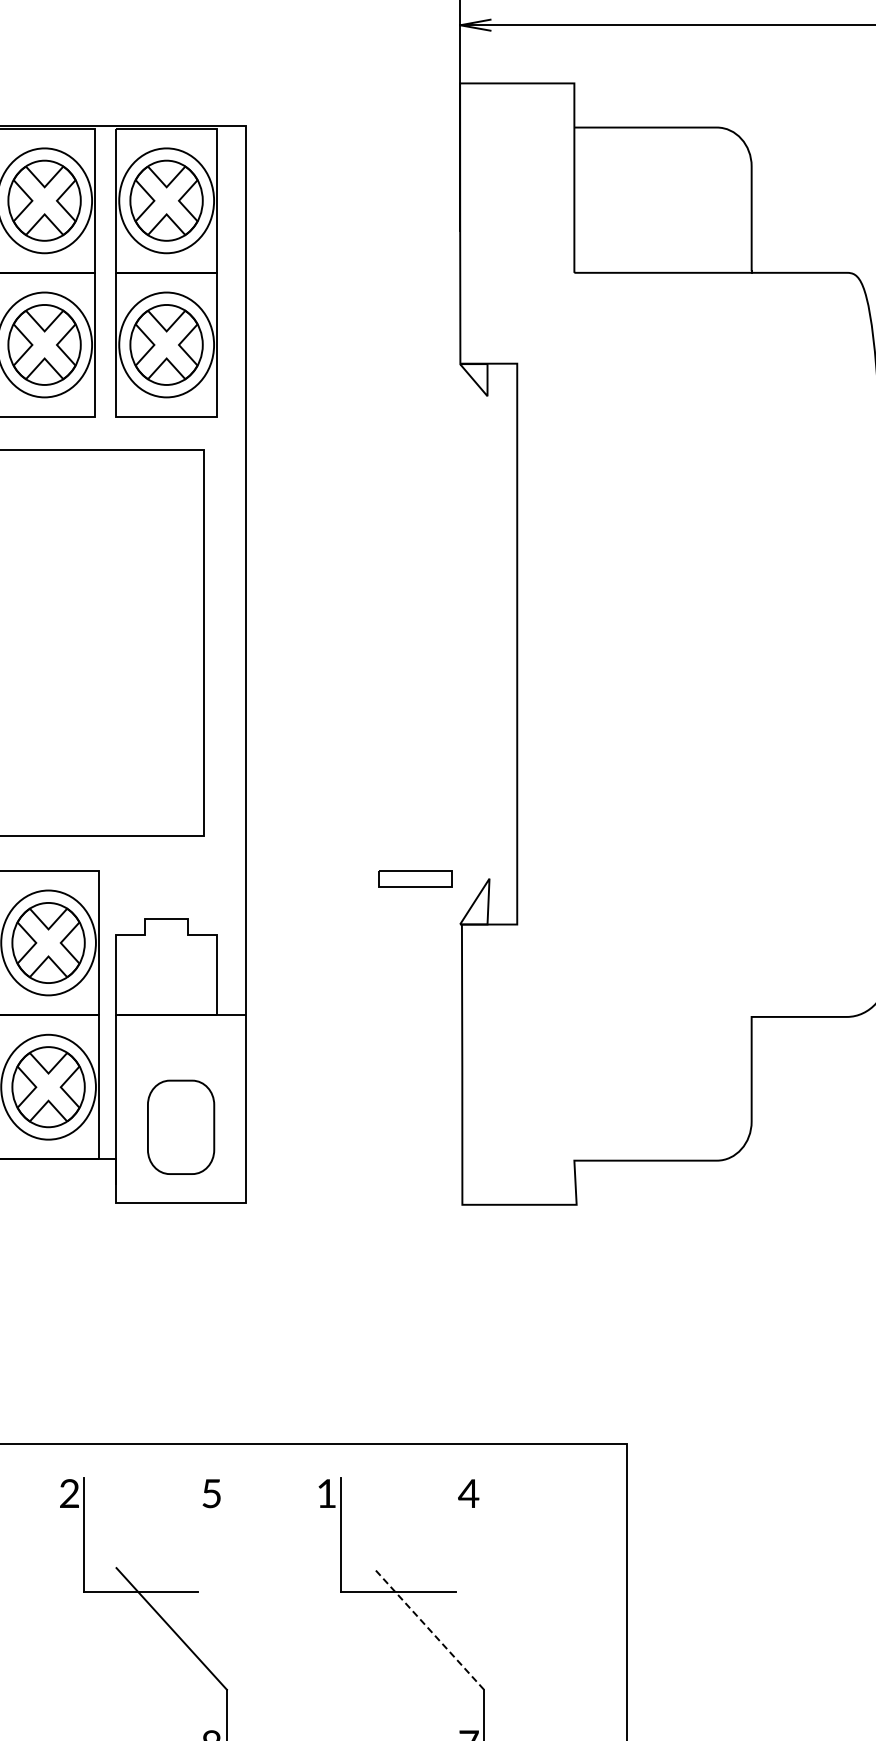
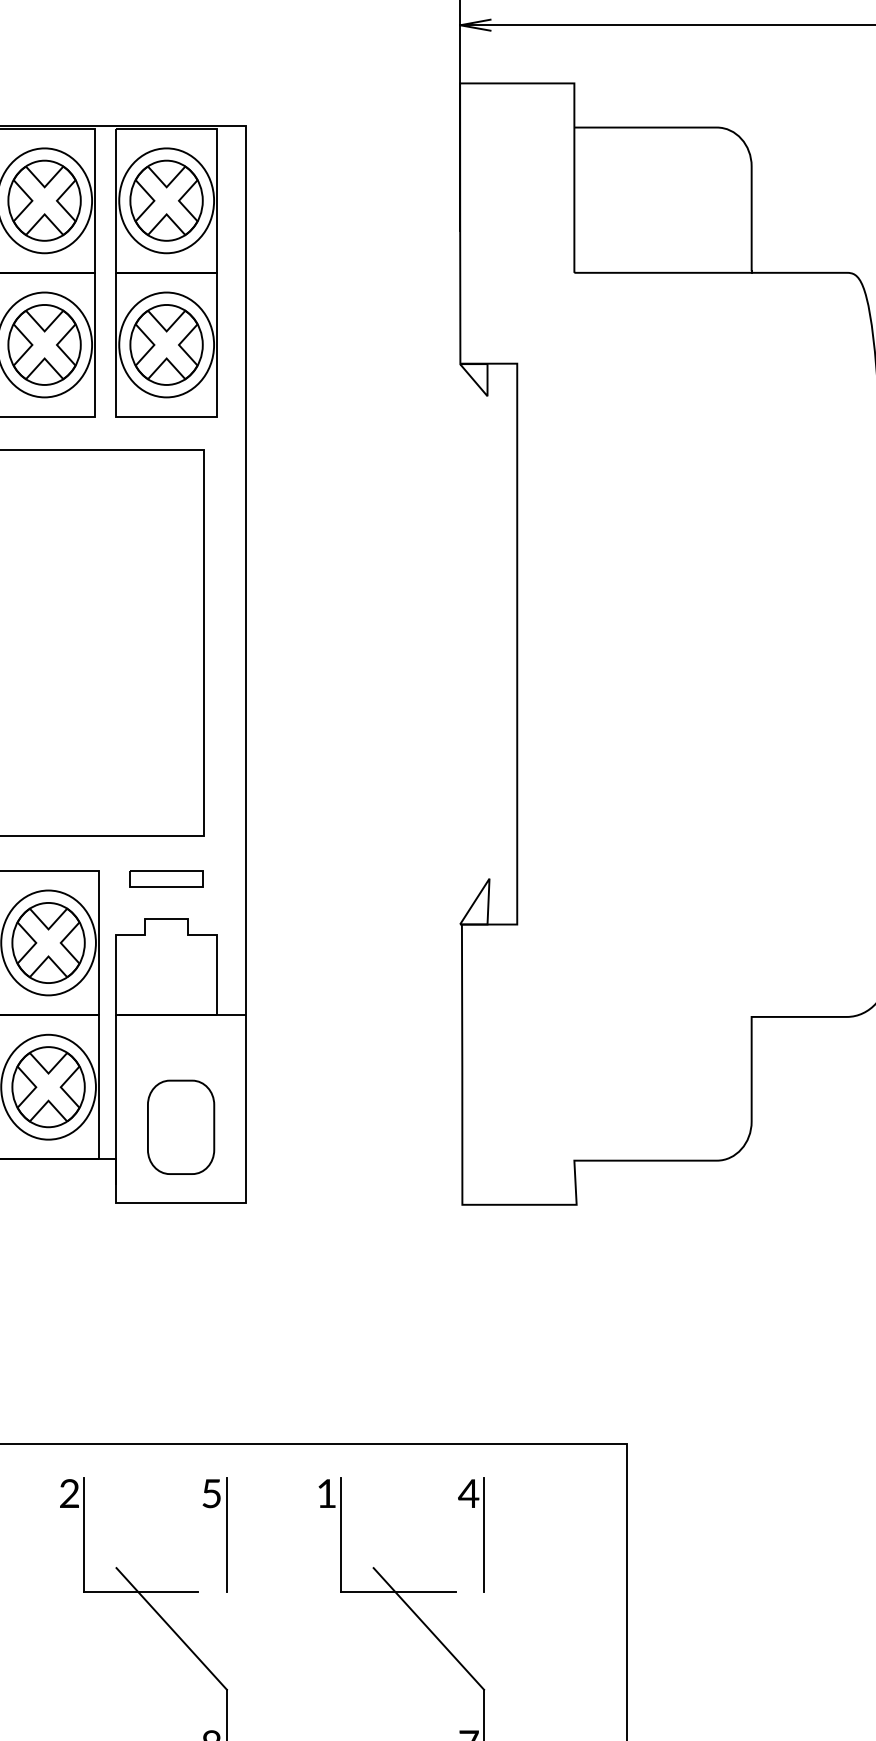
part at (415, 878) position: (415, 878) -> (166, 878)
line at (226, 1534): none -> present
line at (484, 1534): none -> present
line at (428, 1628): dashed -> solid
